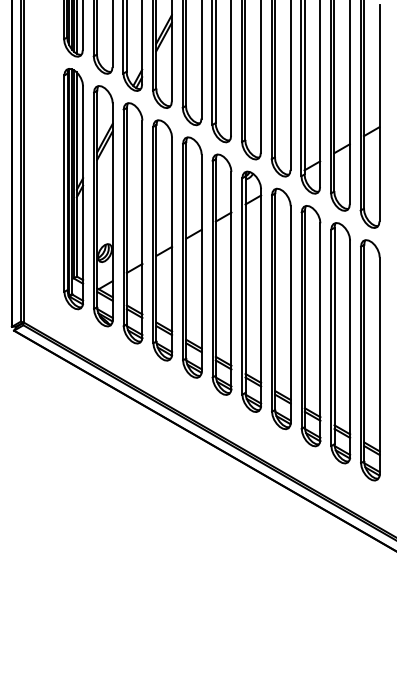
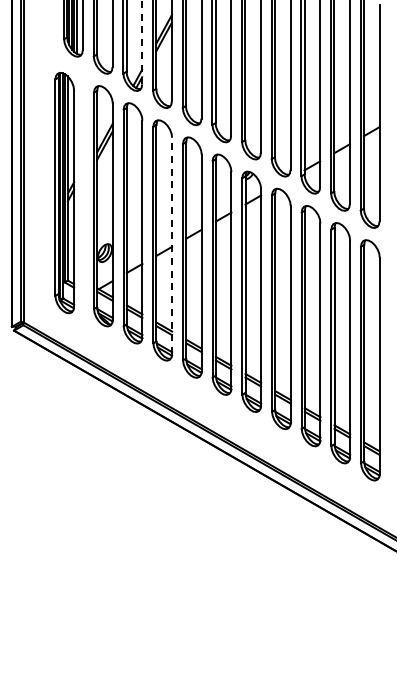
line at (142, 42): solid -> dashed
part at (73, 189) position: (73, 189) -> (64, 193)
line at (172, 245): solid -> dashed
